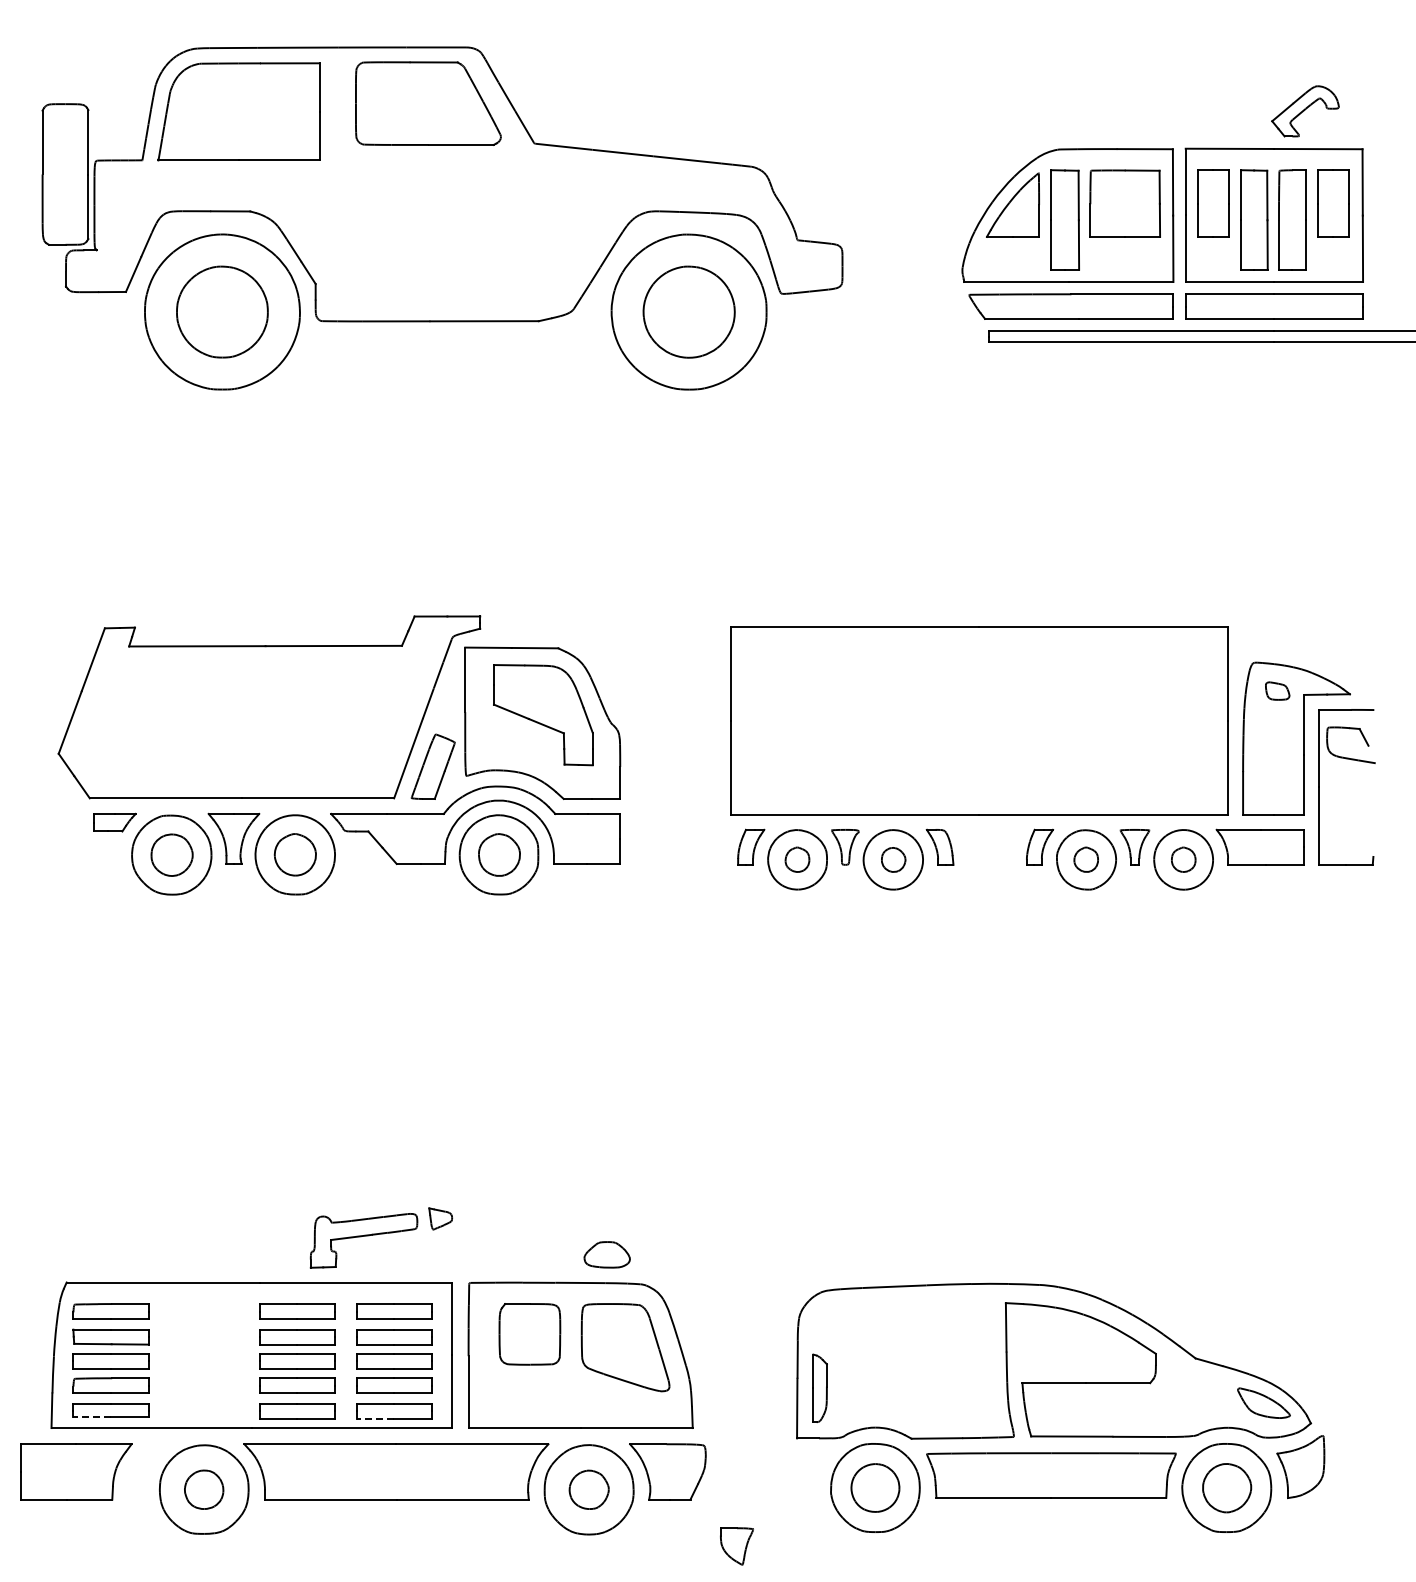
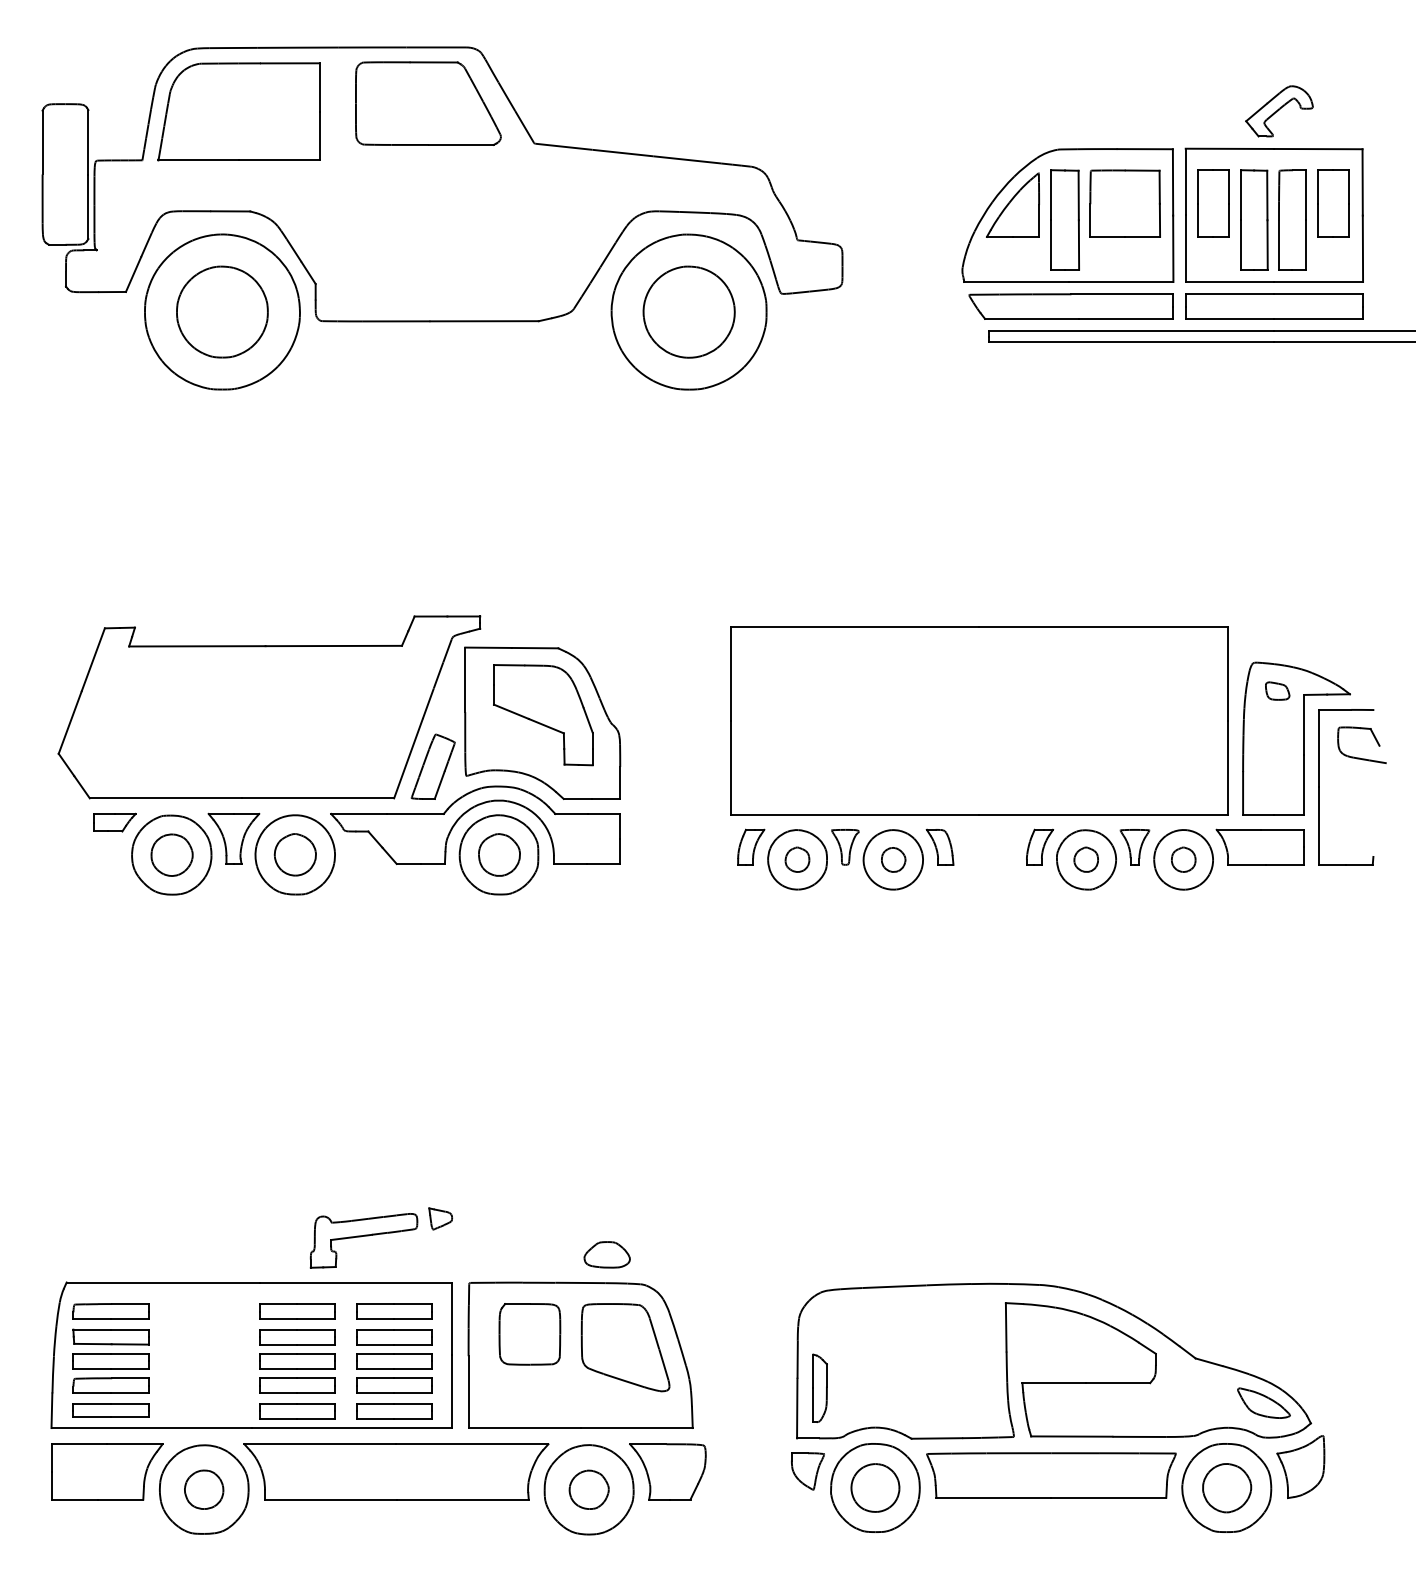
part at (1305, 111) position: (1305, 111) -> (1279, 111)
part at (1348, 757) position: (1348, 757) -> (1359, 757)
line at (92, 1417): dashed -> solid
line at (375, 1418): dashed -> solid
part at (76, 1471) position: (76, 1471) -> (107, 1471)
part at (736, 1546) position: (736, 1546) -> (807, 1471)
